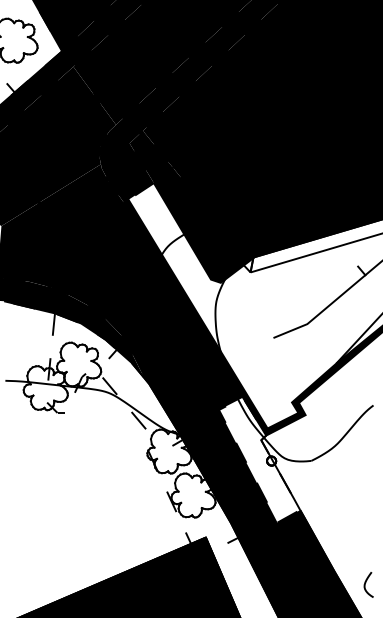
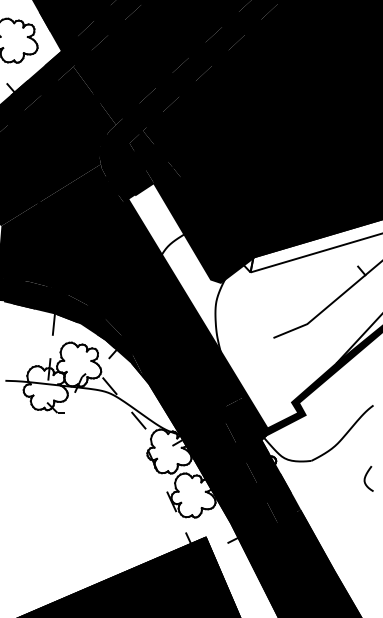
fill at (259, 459): none -> present
curve at (366, 582) position: (366, 582) -> (366, 476)
